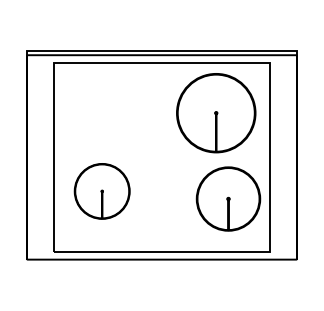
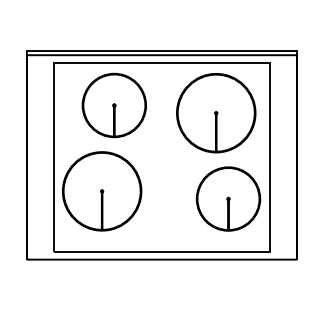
part at (113, 105): none -> present
part at (101, 191) size: 58x57 px -> 81x81 px
